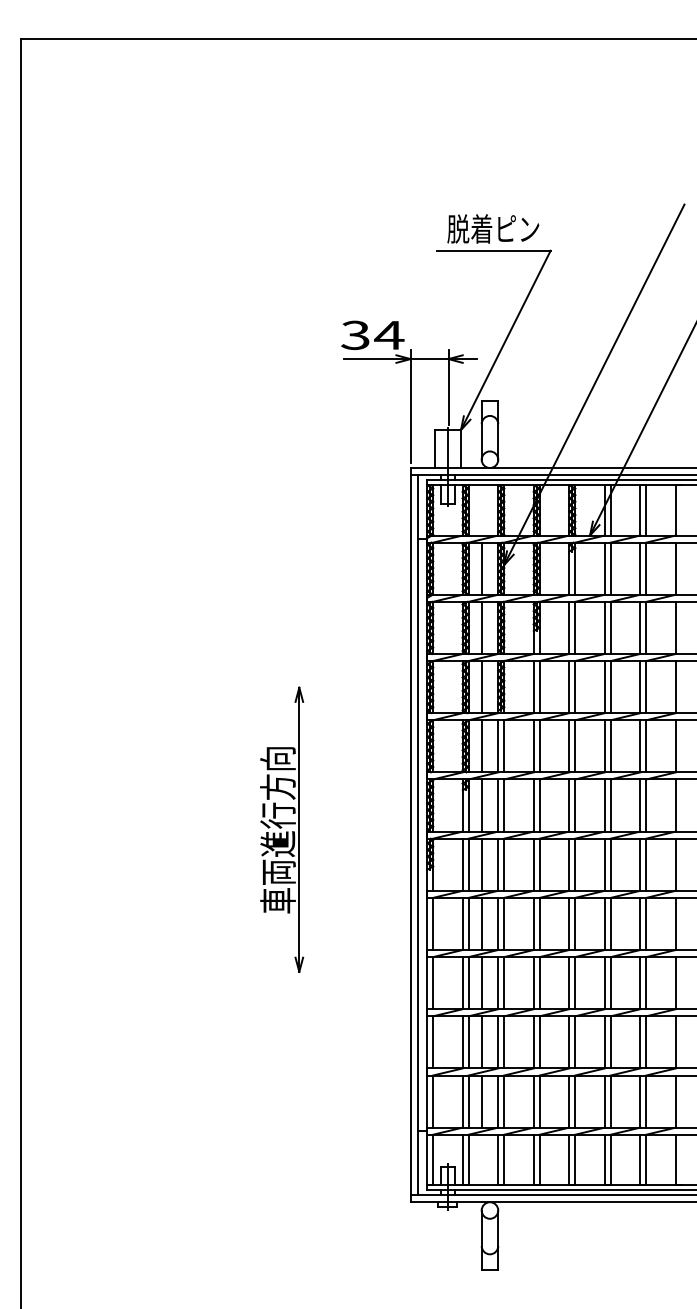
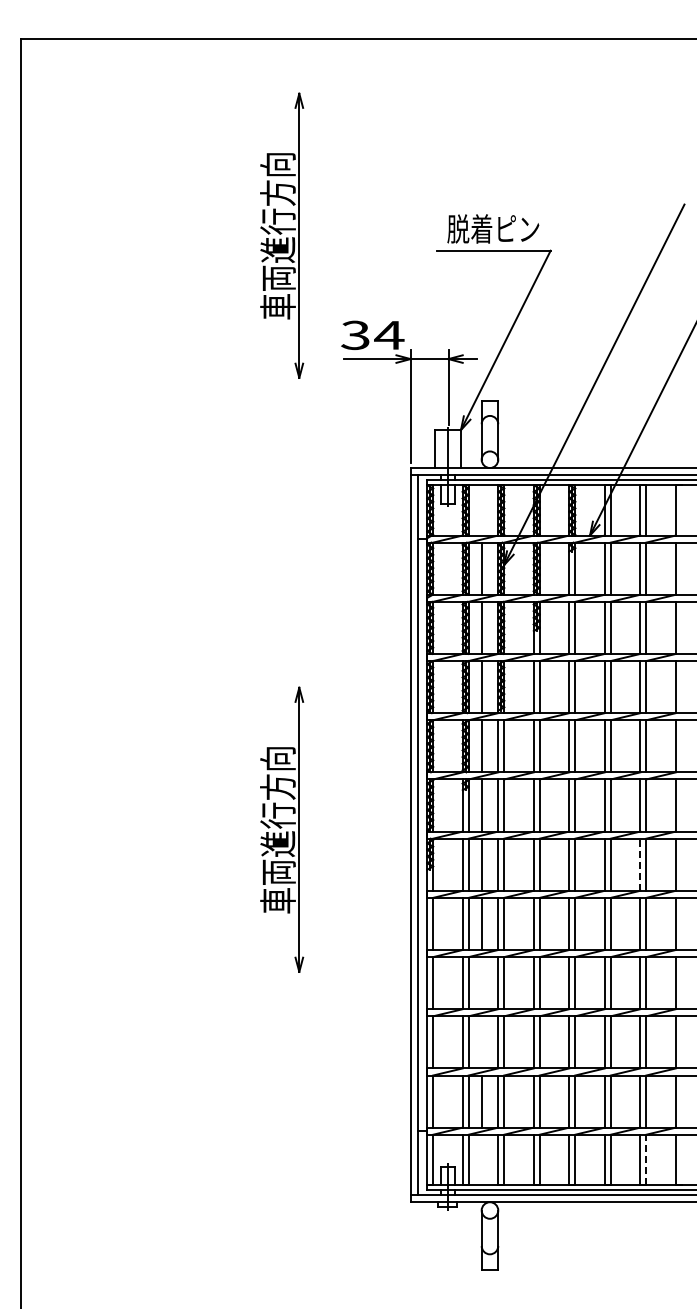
part at (282, 235): none -> present
line at (640, 864): solid -> dashed
line at (481, 983): present -> none
line at (481, 1042): present -> none
line at (646, 1159): solid -> dashed
